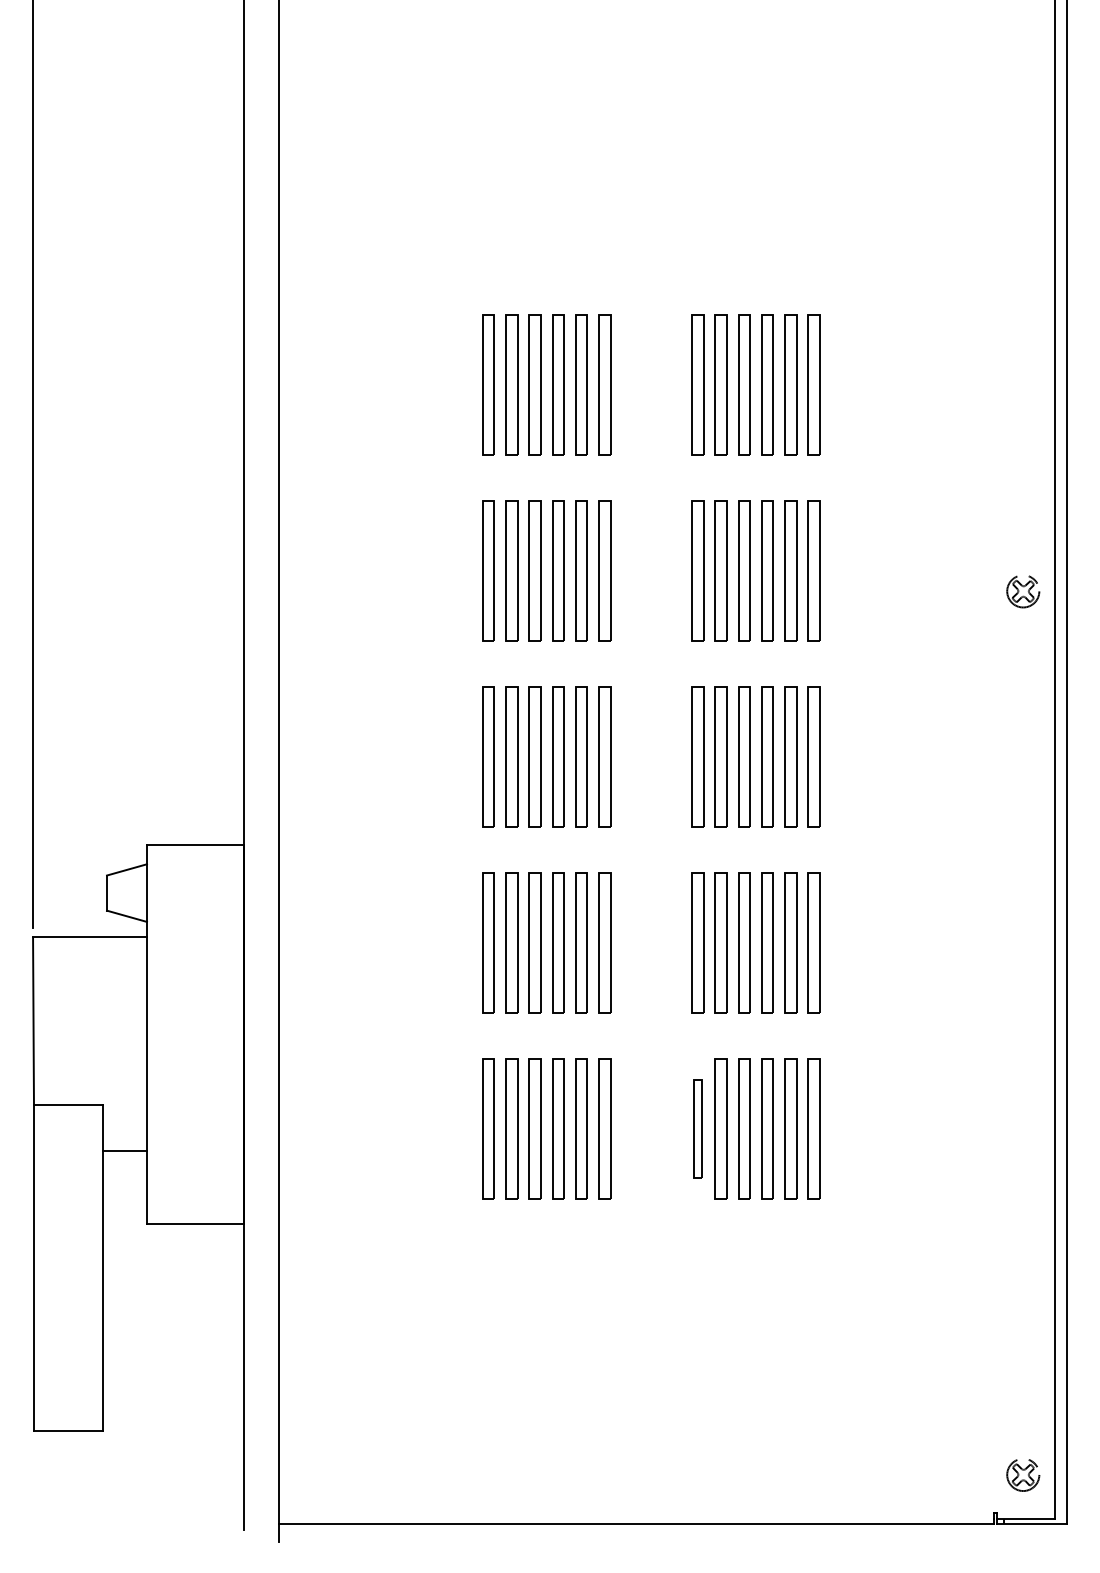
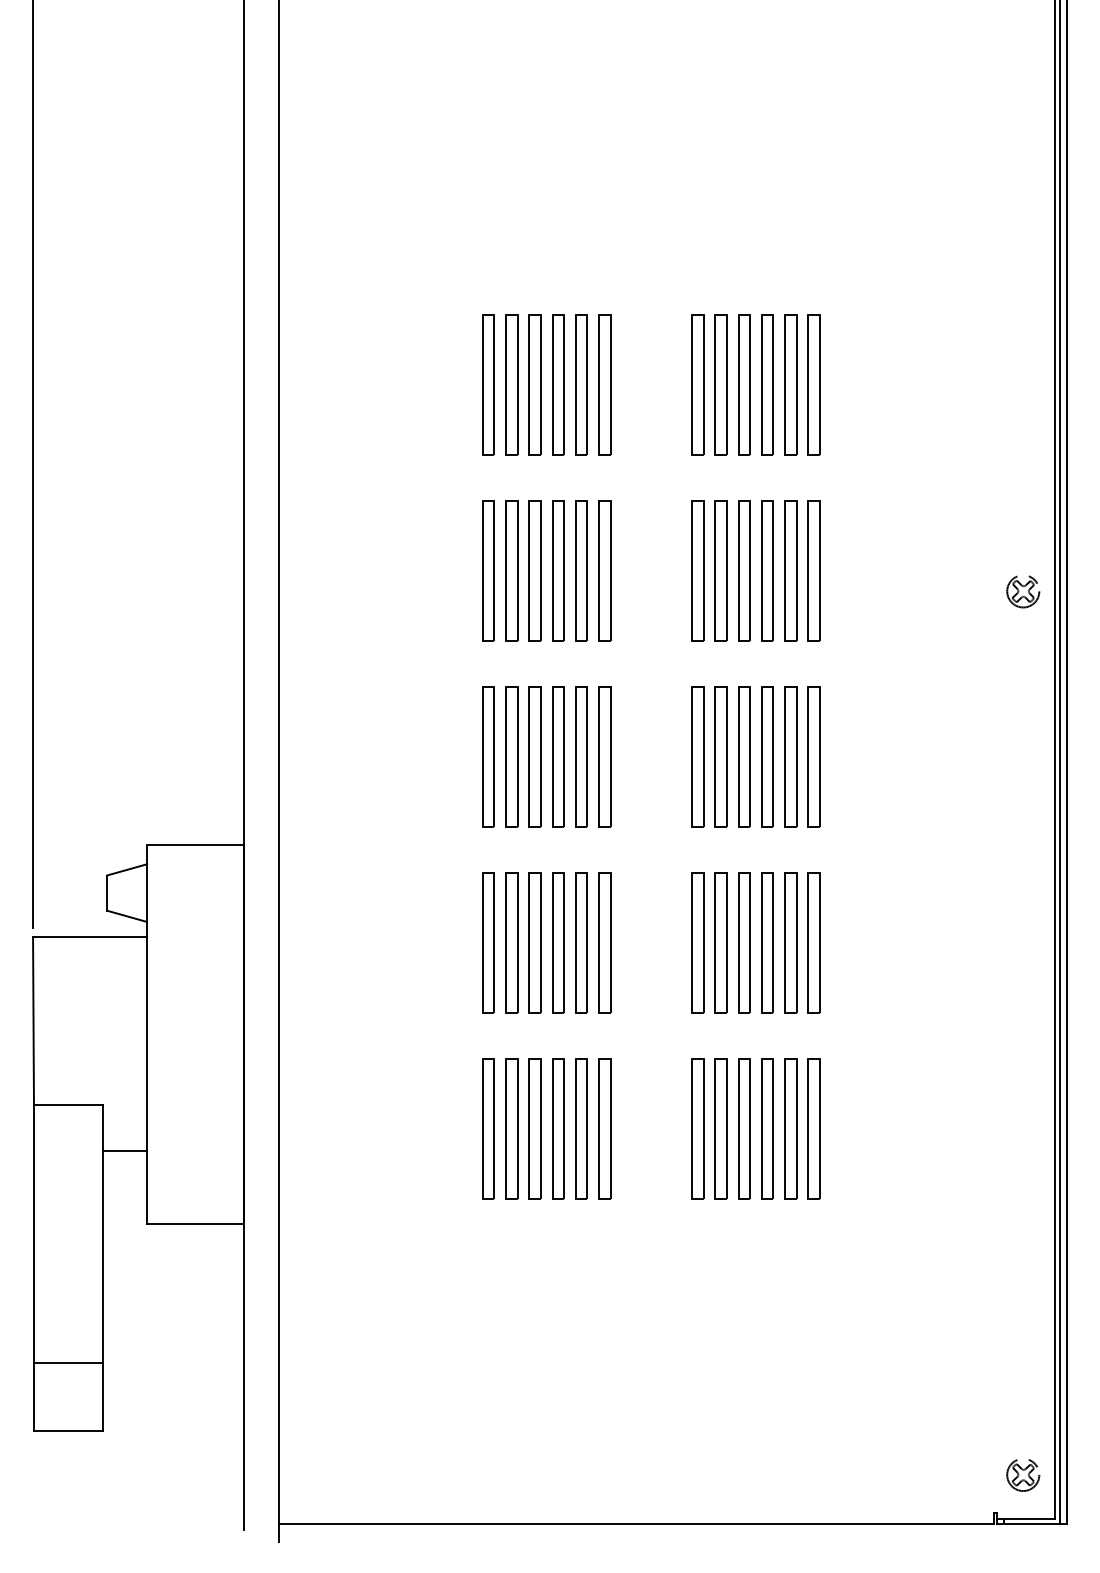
line at (1059, 763): none -> present
part at (697, 1128) size: 10x100 px -> 14x142 px
line at (67, 1363): none -> present
